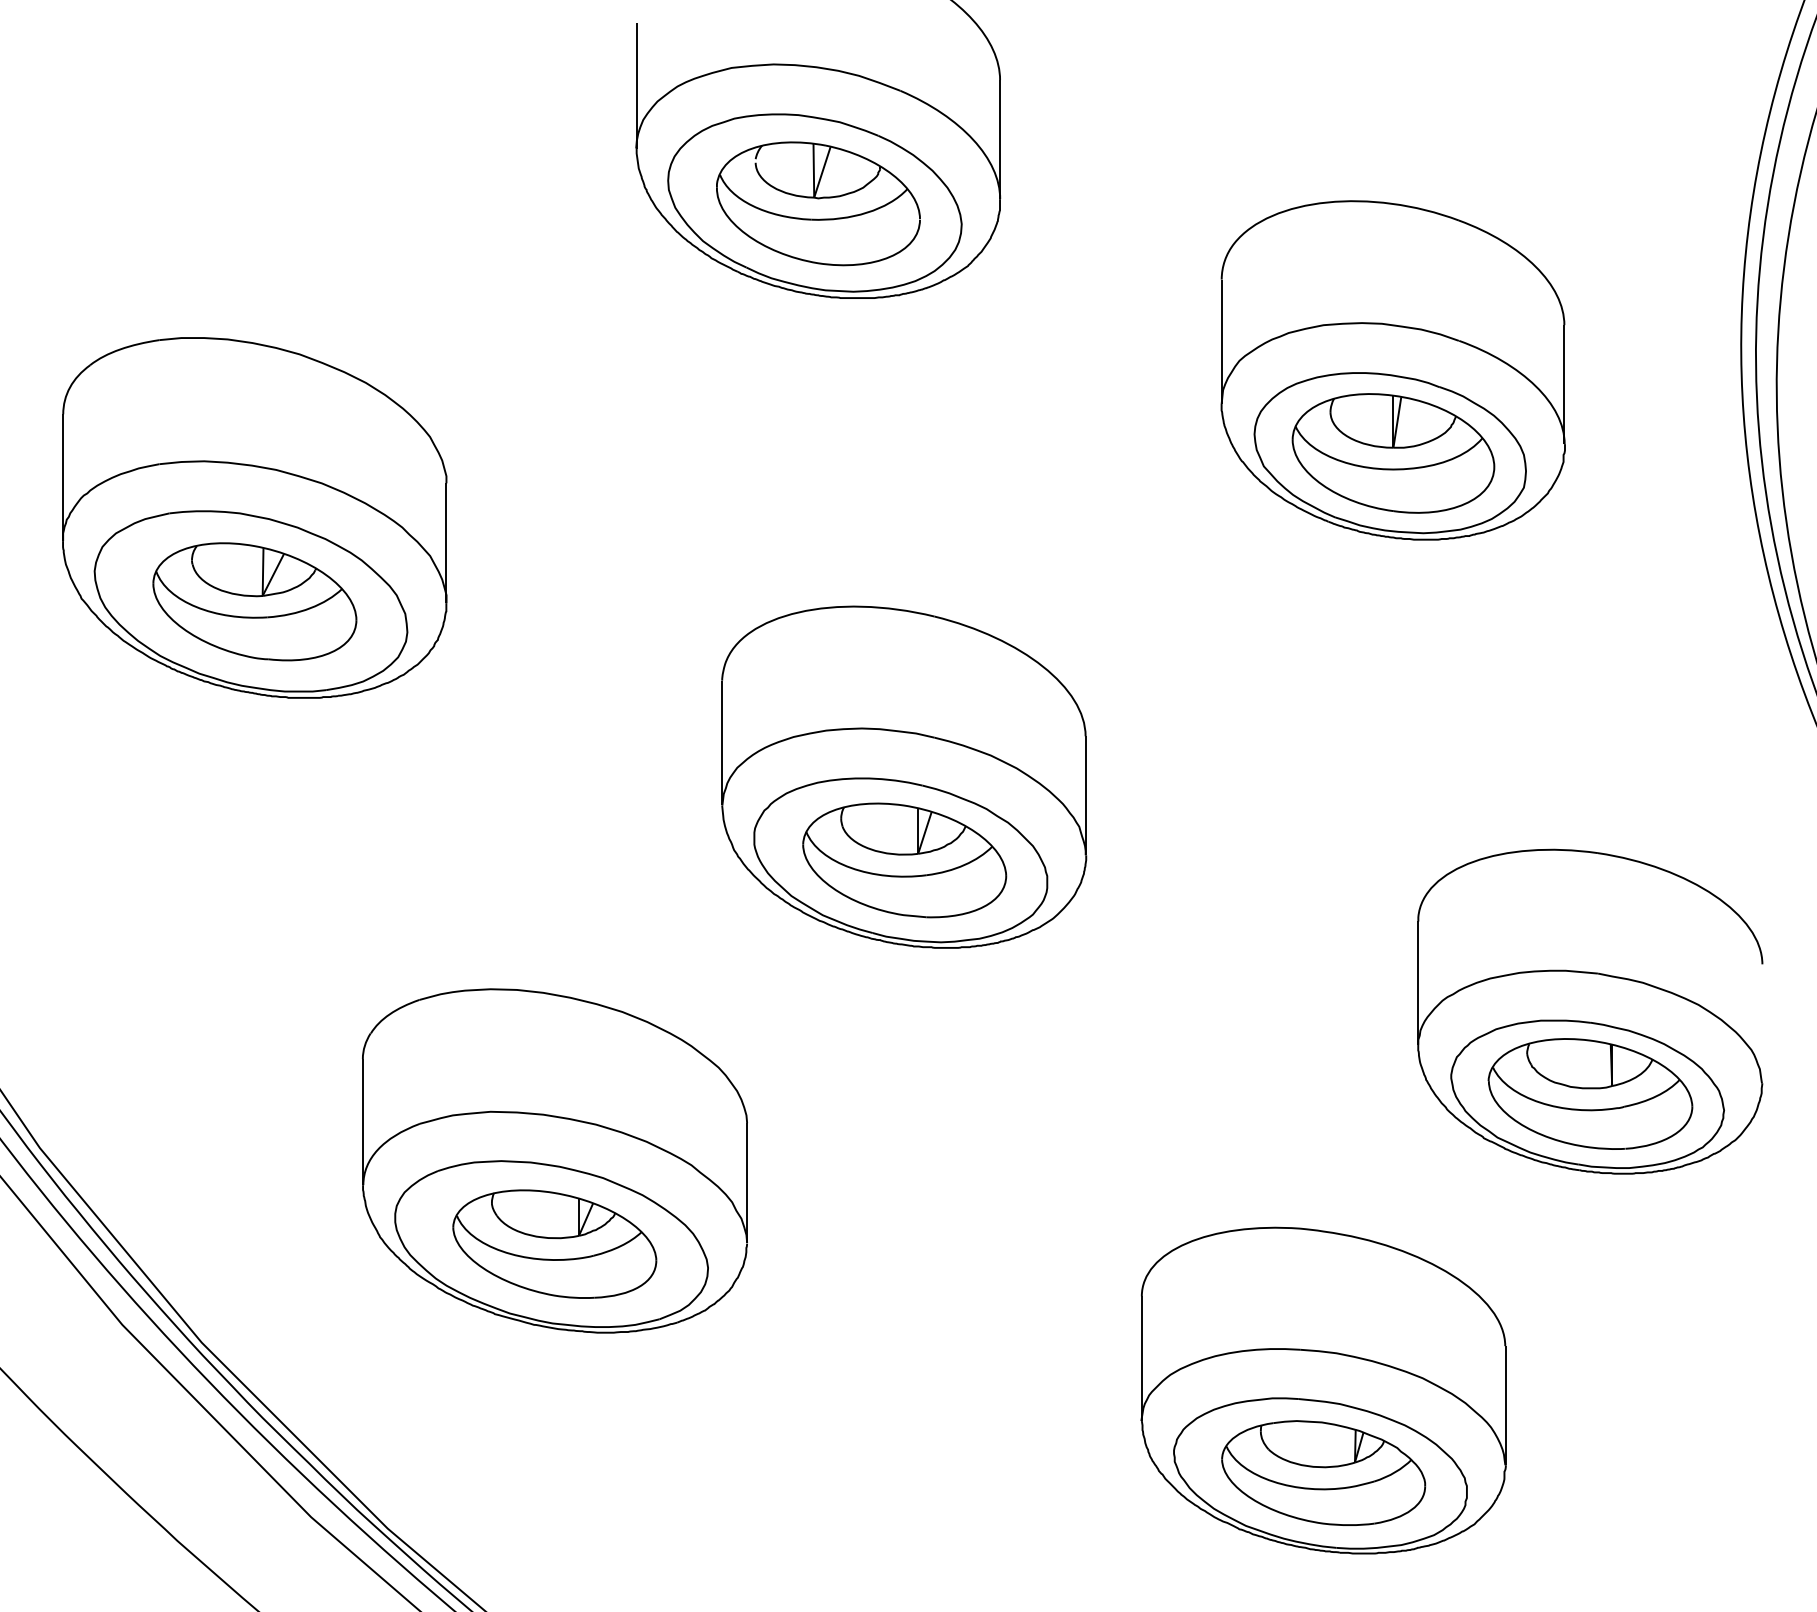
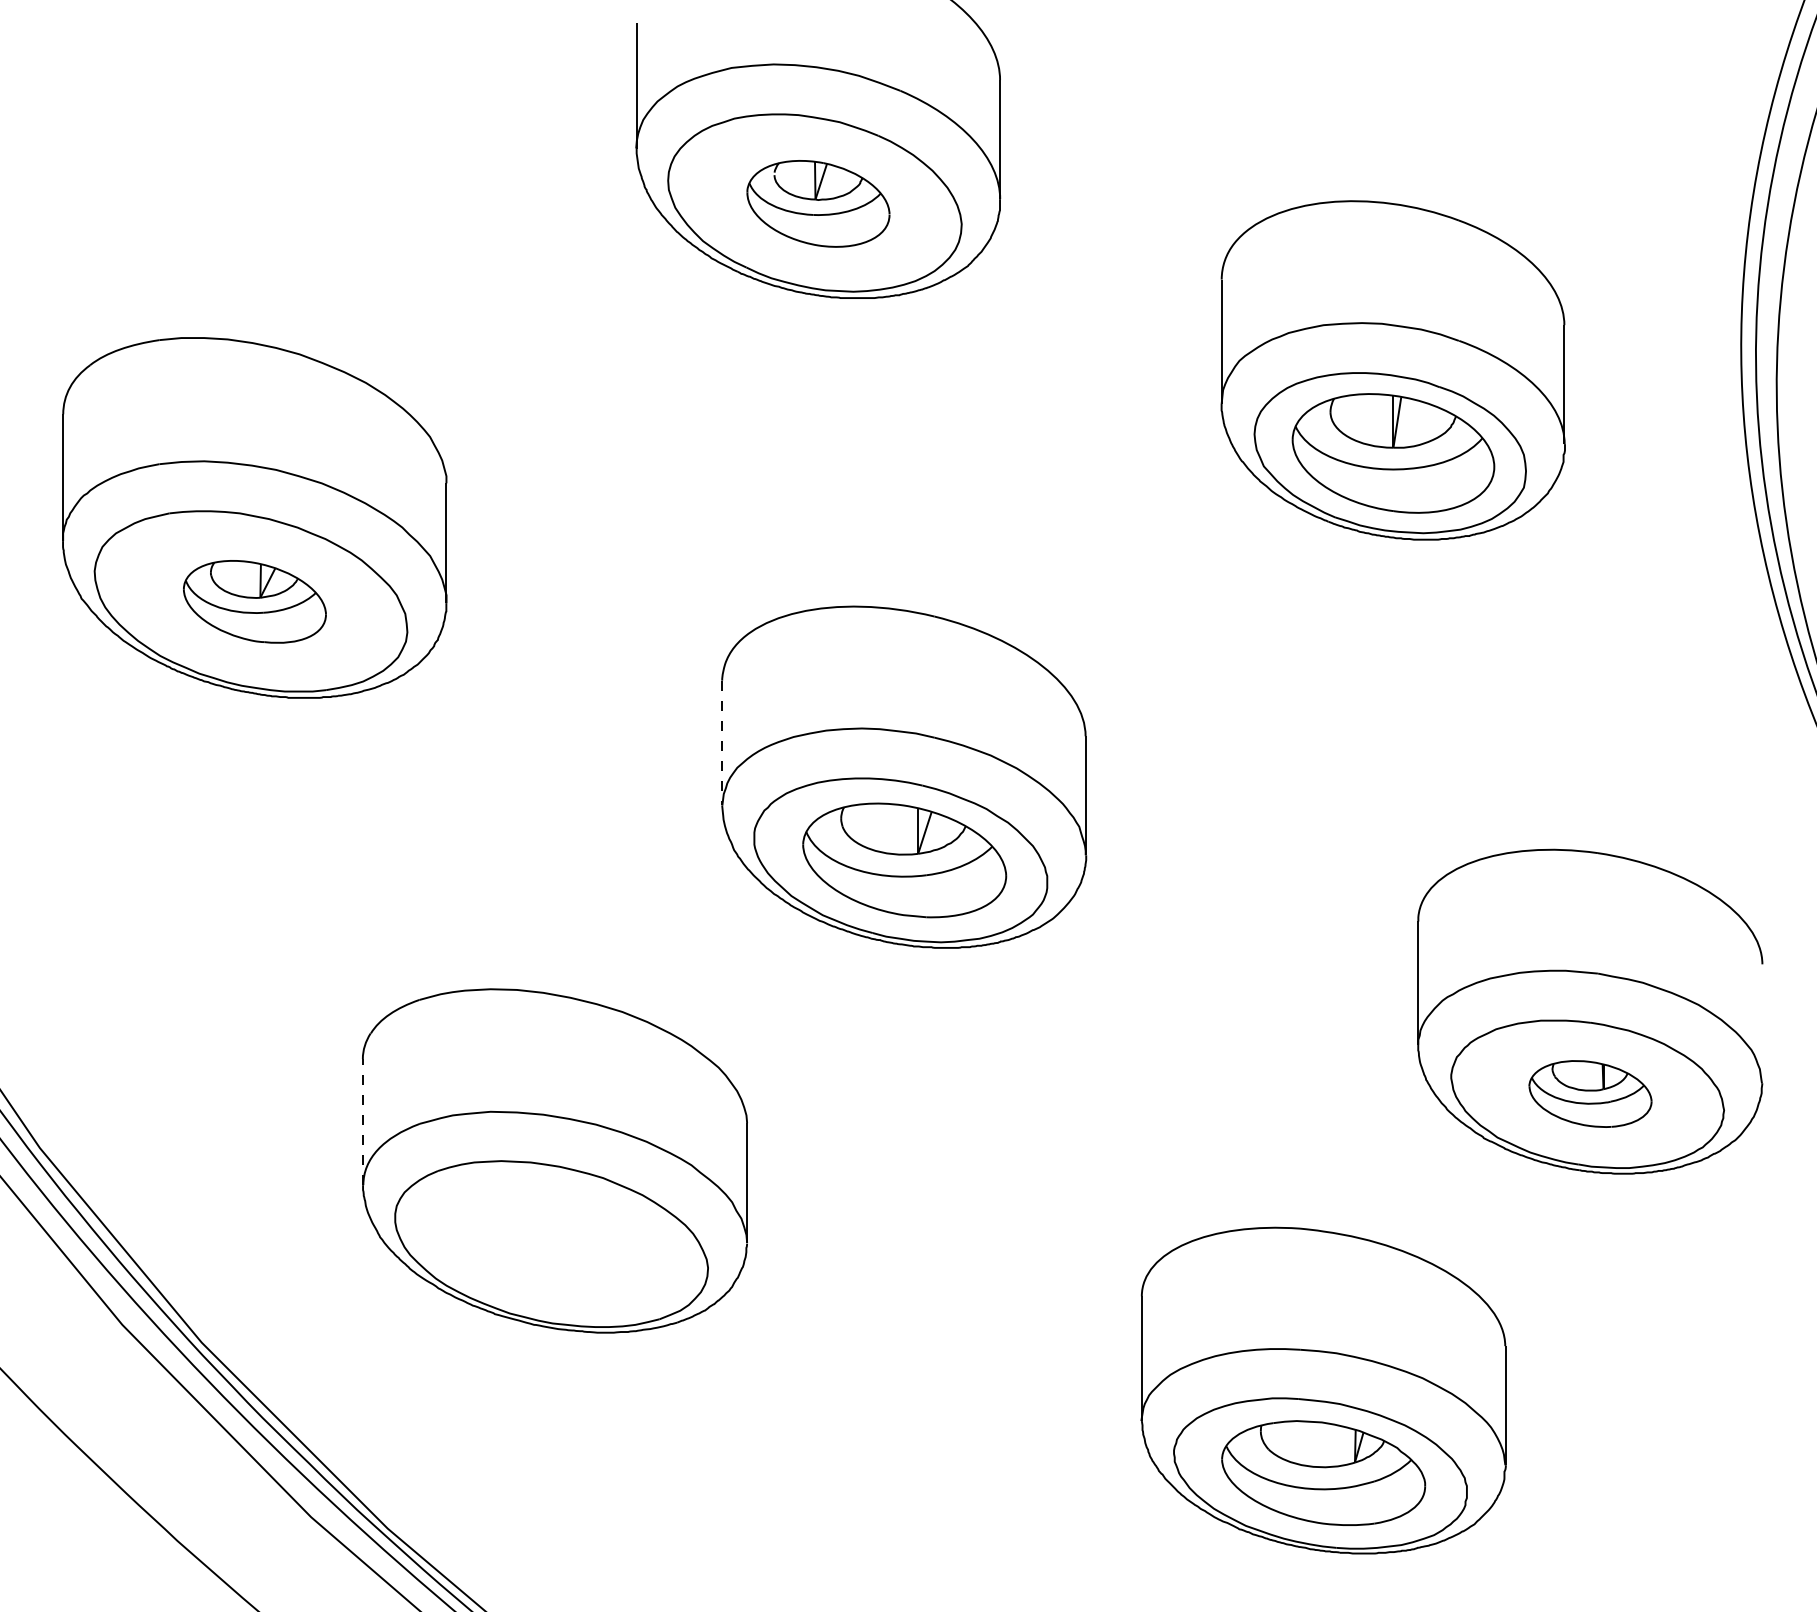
part at (818, 203) size: 205x126 px -> 145x88 px
part at (254, 601) size: 206x120 px -> 144x84 px
line at (722, 743): solid -> dashed
part at (1590, 1093) size: 207x112 px -> 125x68 px
line at (363, 1121): solid -> dashed
part at (554, 1243): present -> none
